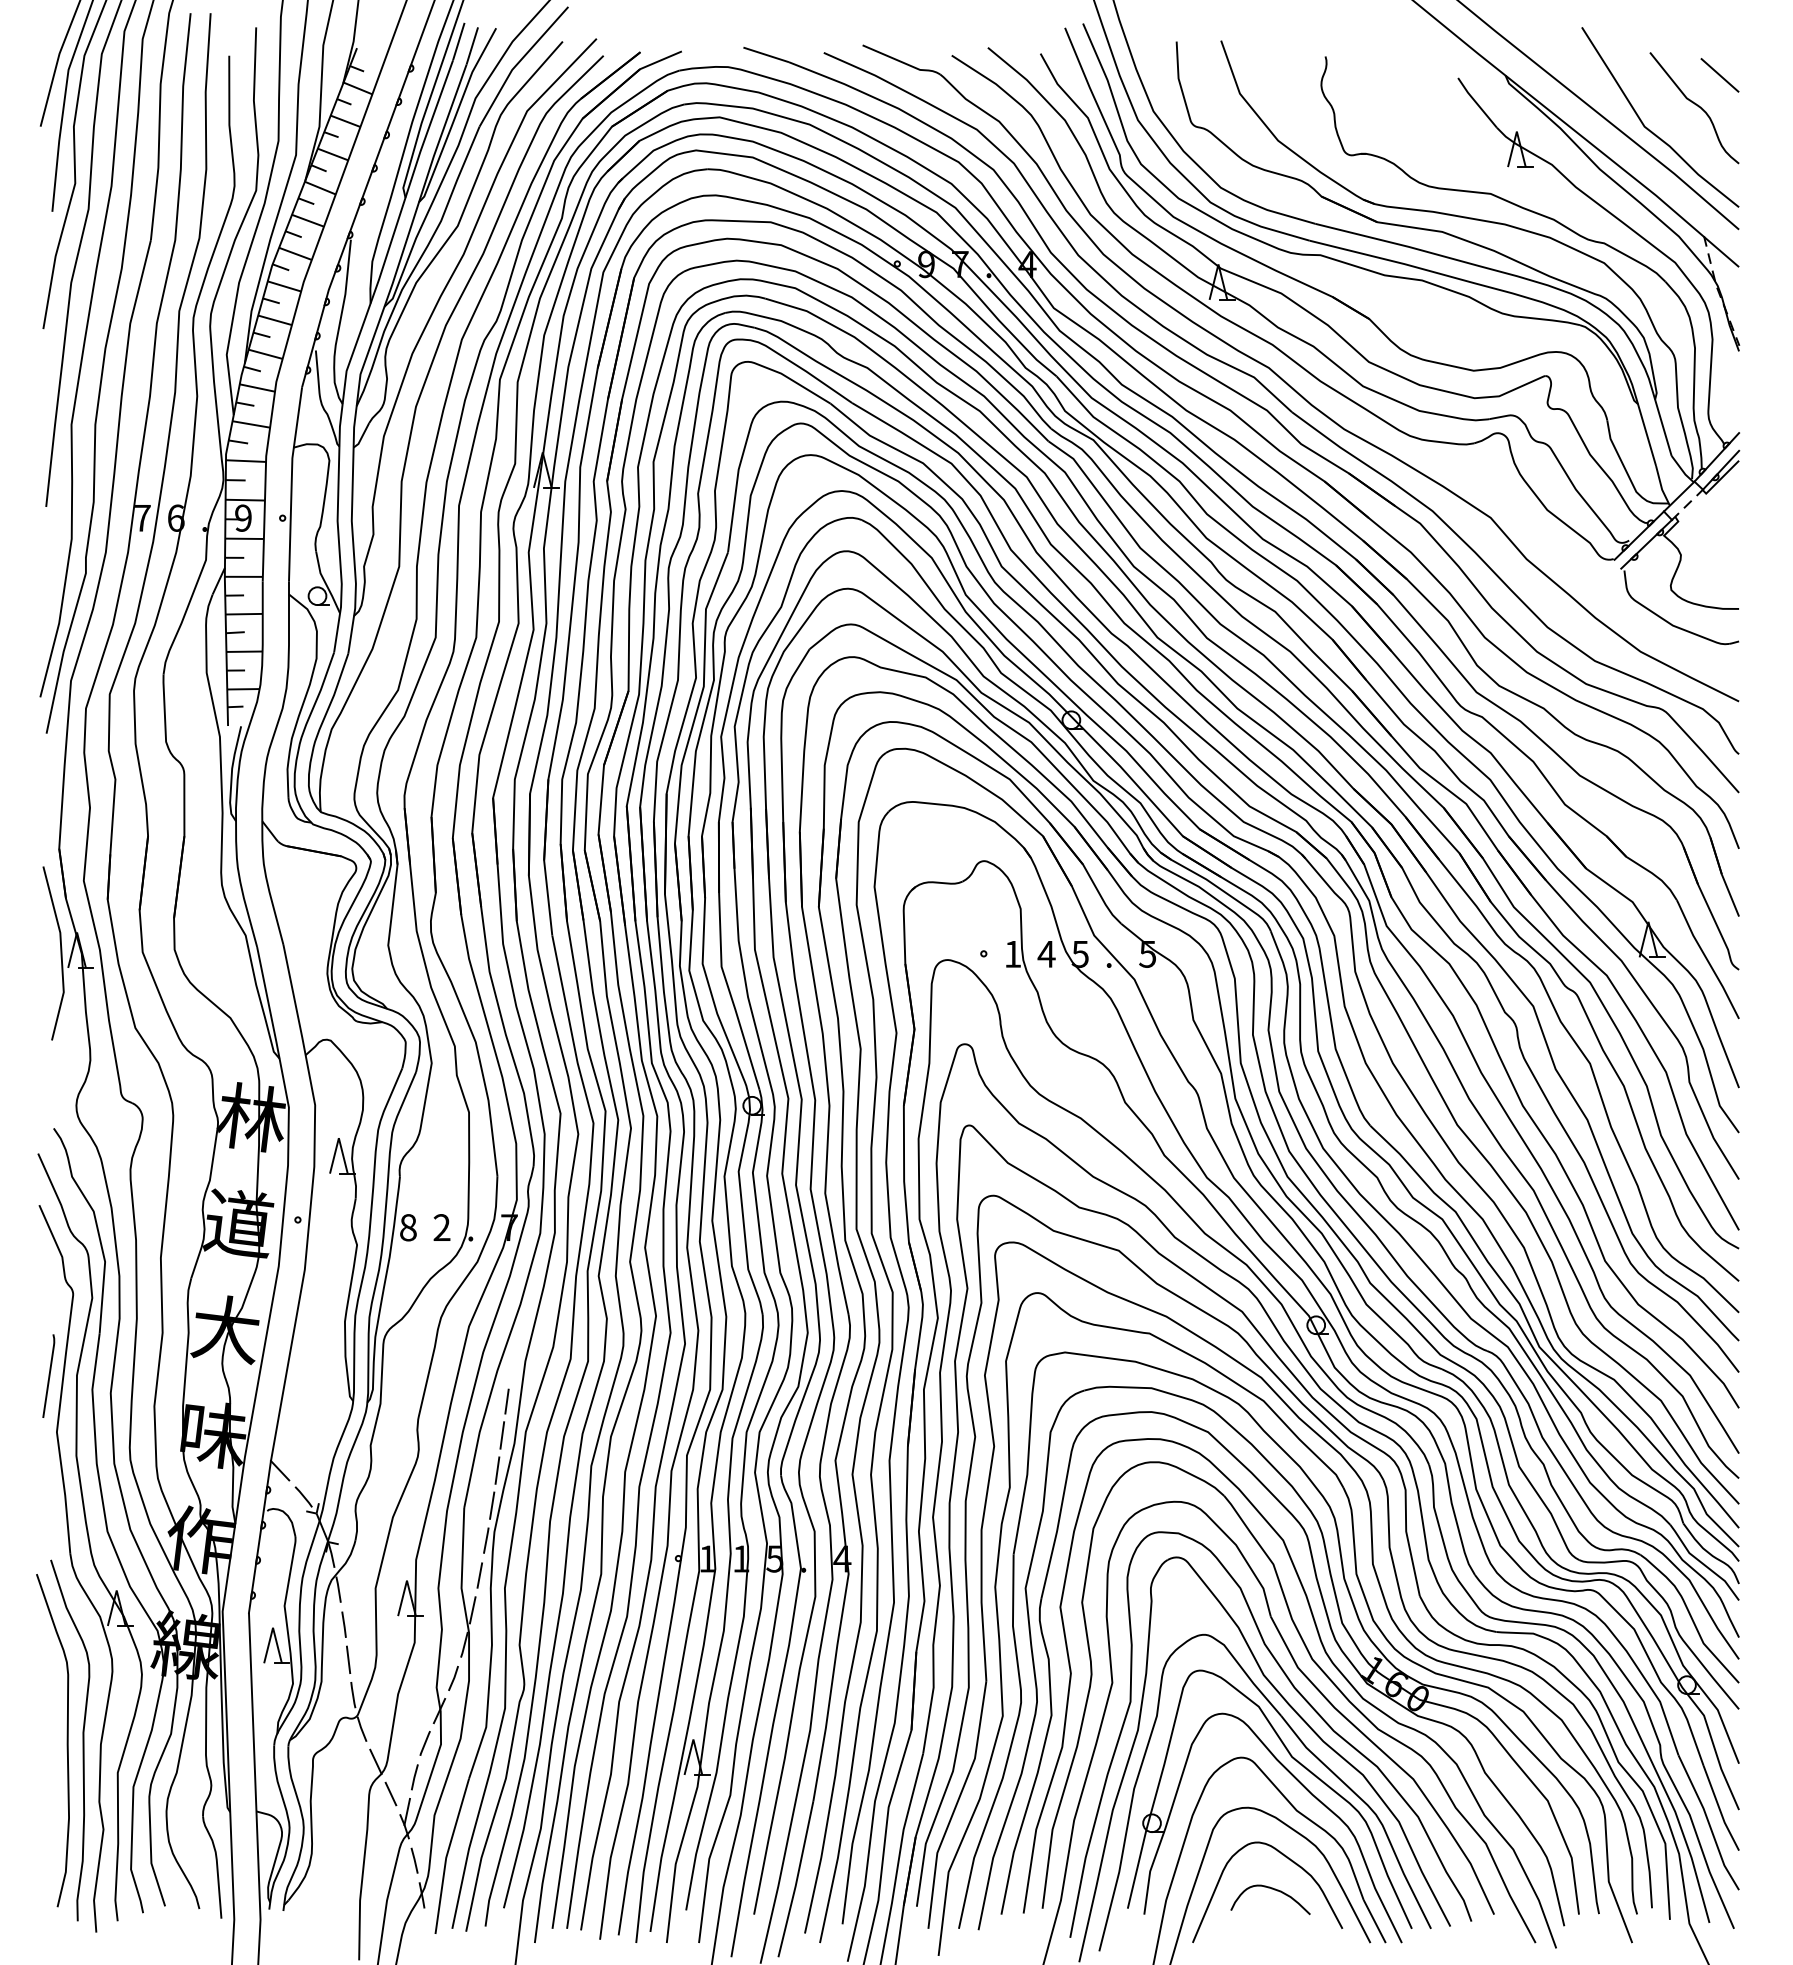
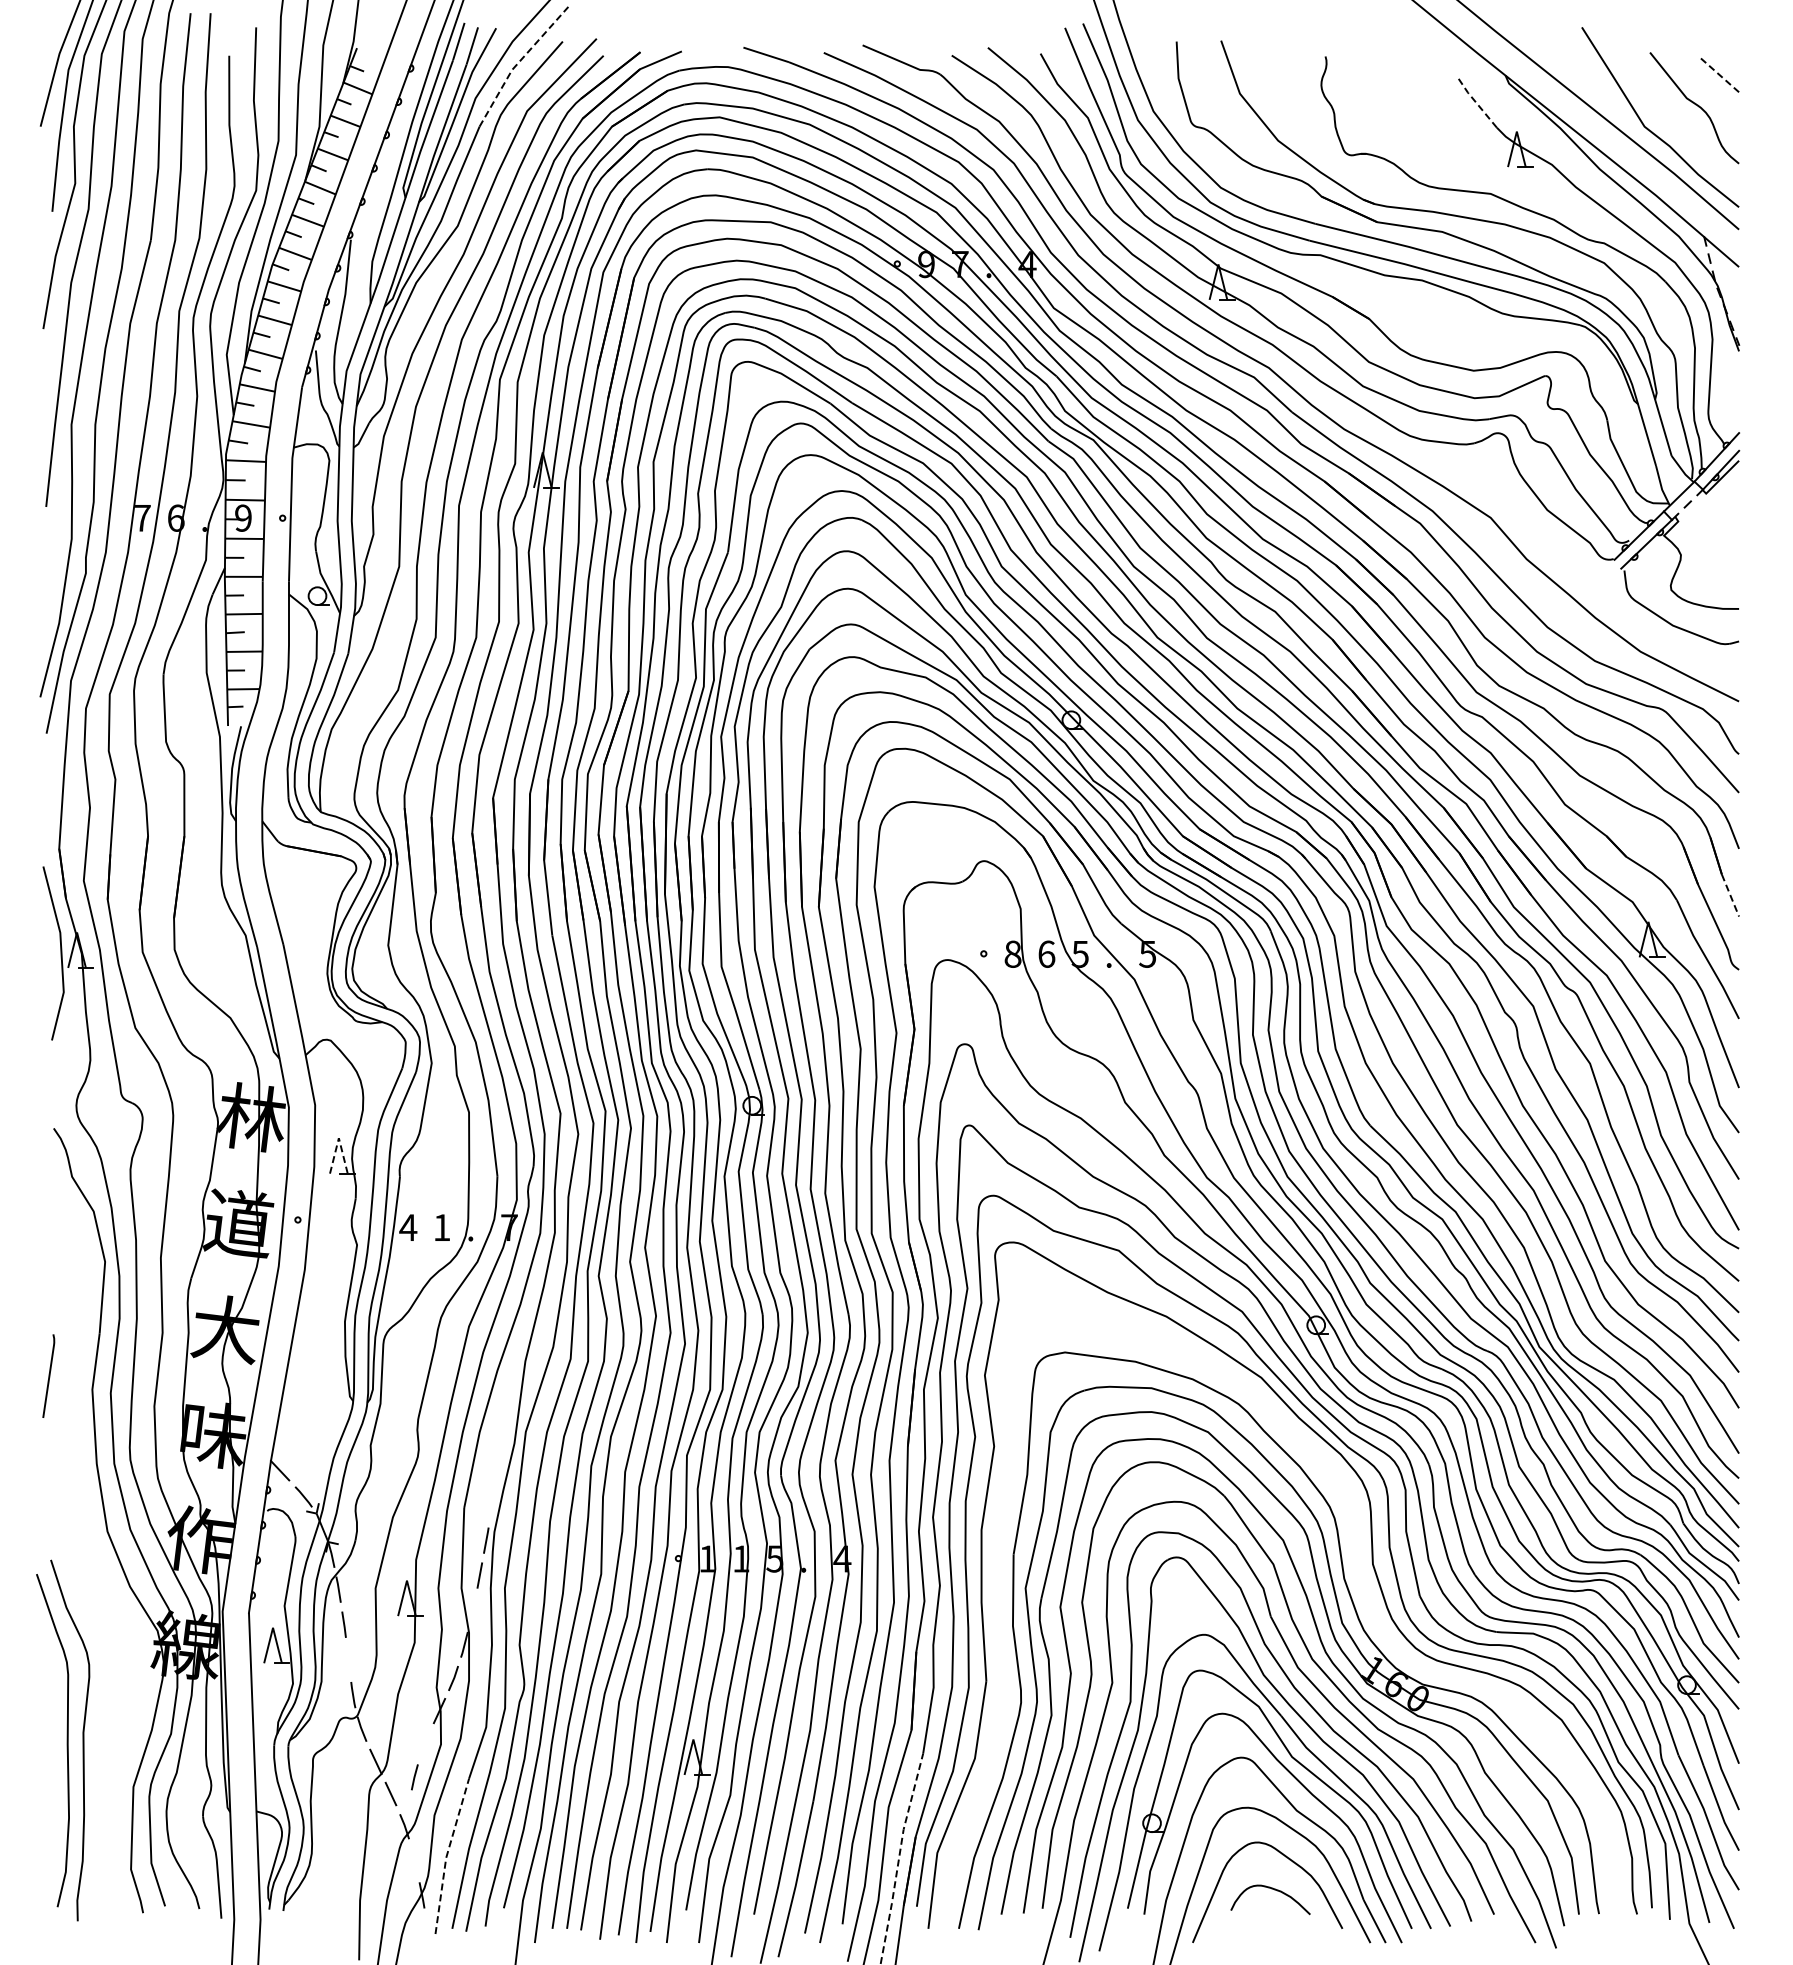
line at (518, 63): solid -> dashed
line at (1720, 75): solid -> dashed
line at (1476, 102): solid -> dashed
line at (1730, 895): solid -> dashed
text at (1012, 953): 1 -> 8
text at (1046, 953): 4 -> 6
line at (338, 1138): solid -> dashed
text at (408, 1227): 8 -> 4
text at (441, 1227): 2 -> 1
line at (506, 1401): present -> none
line at (502, 1435): present -> none
line at (497, 1470): present -> none
line at (492, 1505): present -> none
part at (89, 1542): present -> none
part at (1362, 1594): present -> none
line at (472, 1610): present -> none
line at (348, 1659): present -> none
line at (424, 1743): present -> none
line at (406, 1811): present -> none
line at (447, 1855): solid -> dashed
line at (899, 1858): solid -> dashed
line at (414, 1860): present -> none
